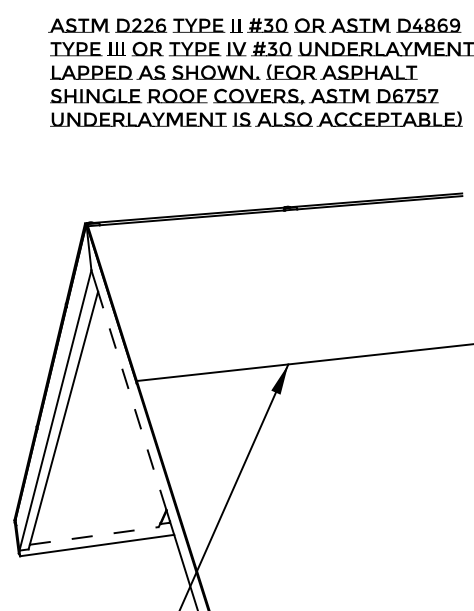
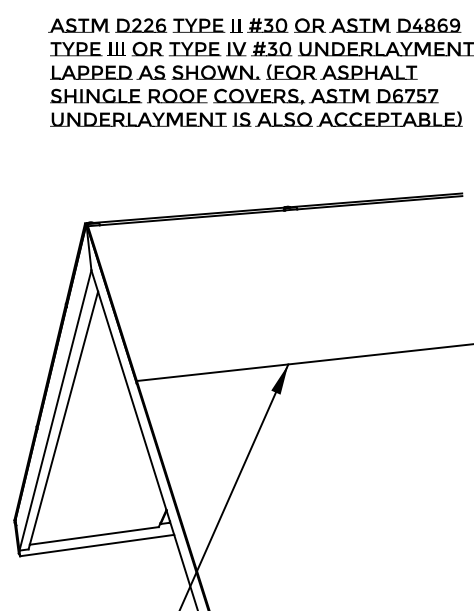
line at (132, 400): dashed -> solid
line at (94, 535): dashed -> solid
